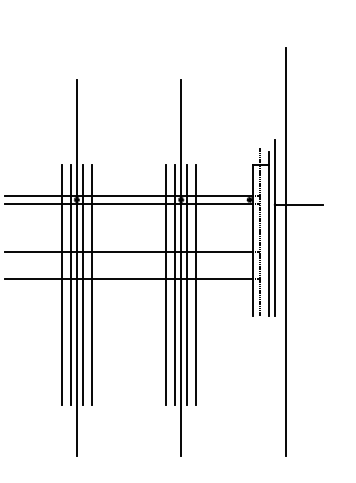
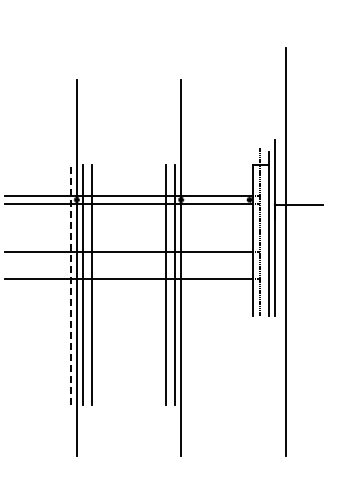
line at (61, 284): present -> none
line at (71, 284): solid -> dashed
line at (186, 284): present -> none
line at (196, 284): present -> none
